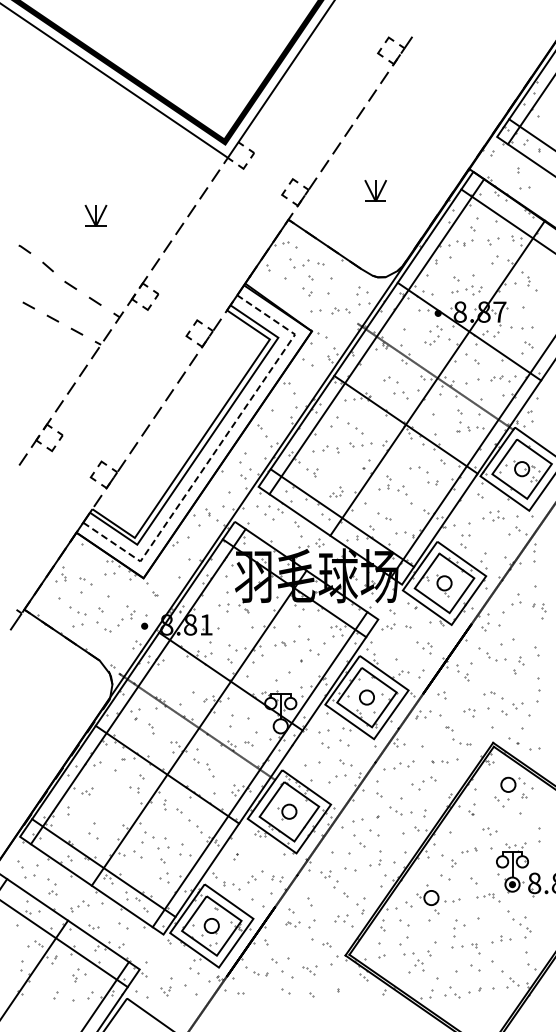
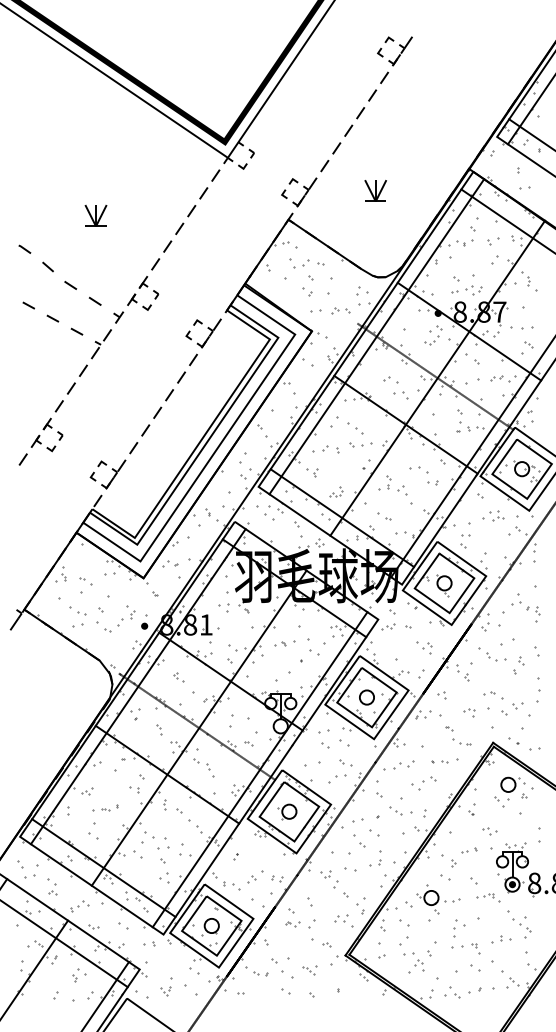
line at (218, 447): dashed -> solid
part at (170, 563): none -> present
part at (539, 611) position: (539, 611) -> (533, 614)
part at (178, 677): none -> present
part at (151, 728) position: (151, 728) -> (159, 729)
part at (105, 807): none -> present
part at (149, 943): none -> present
